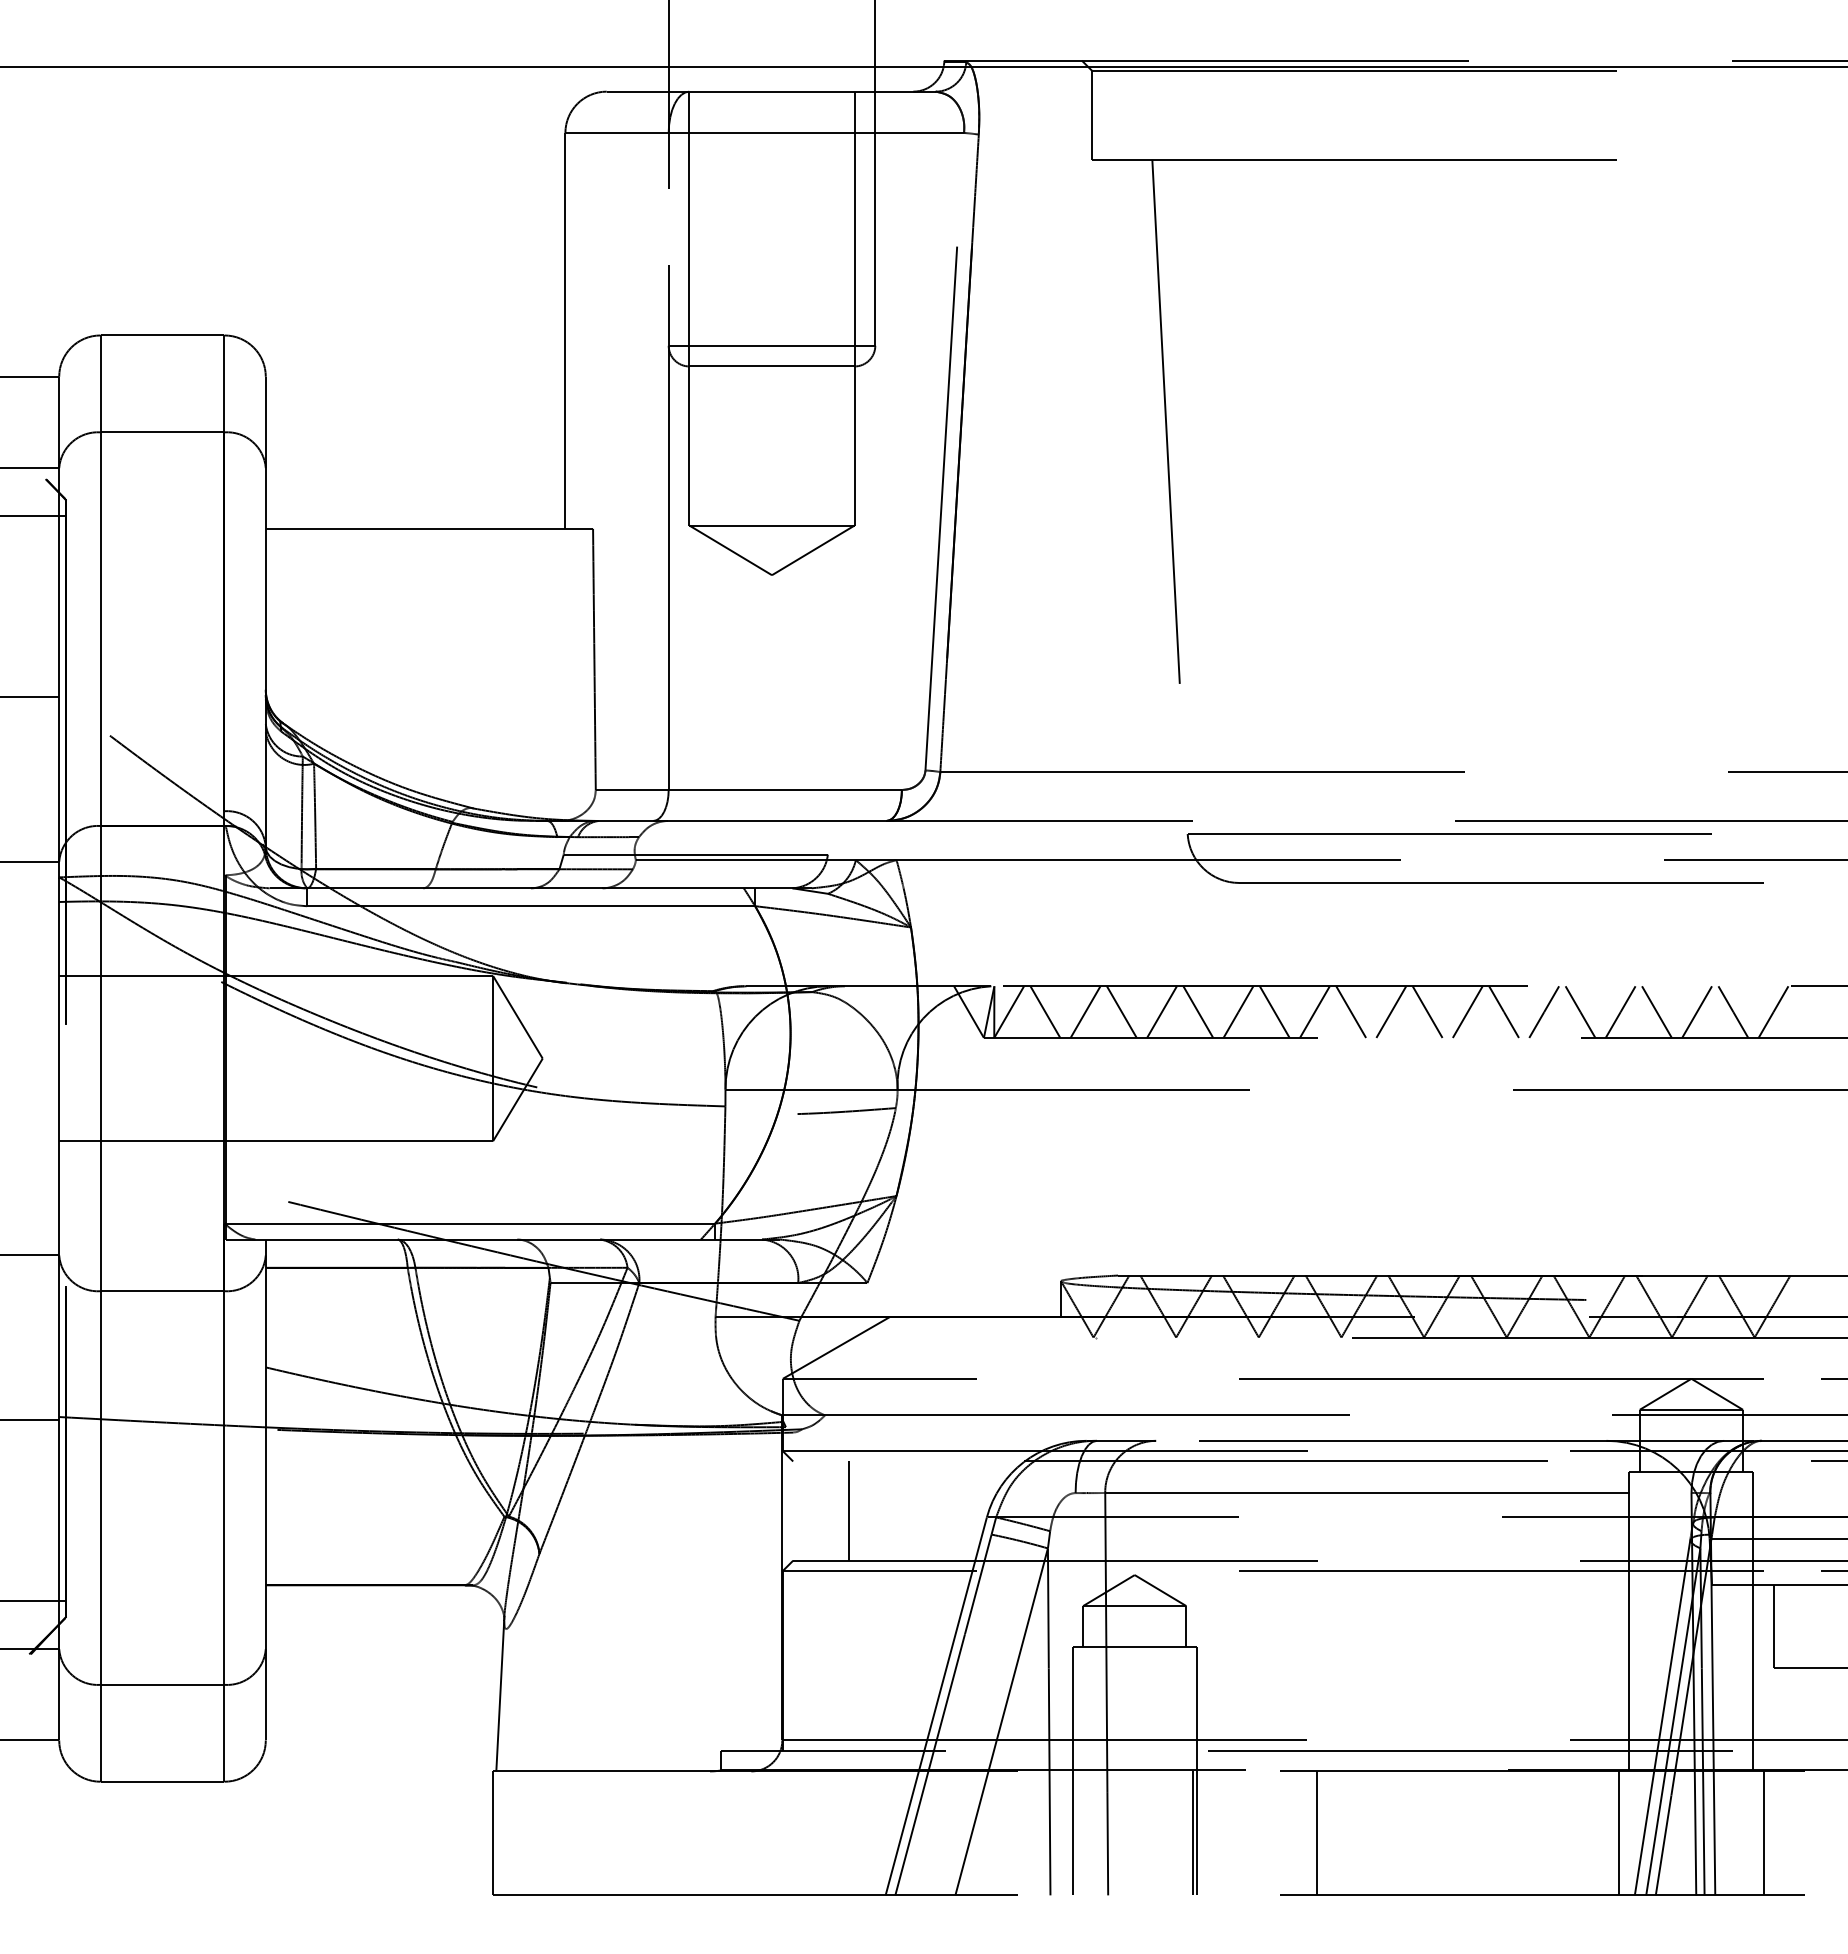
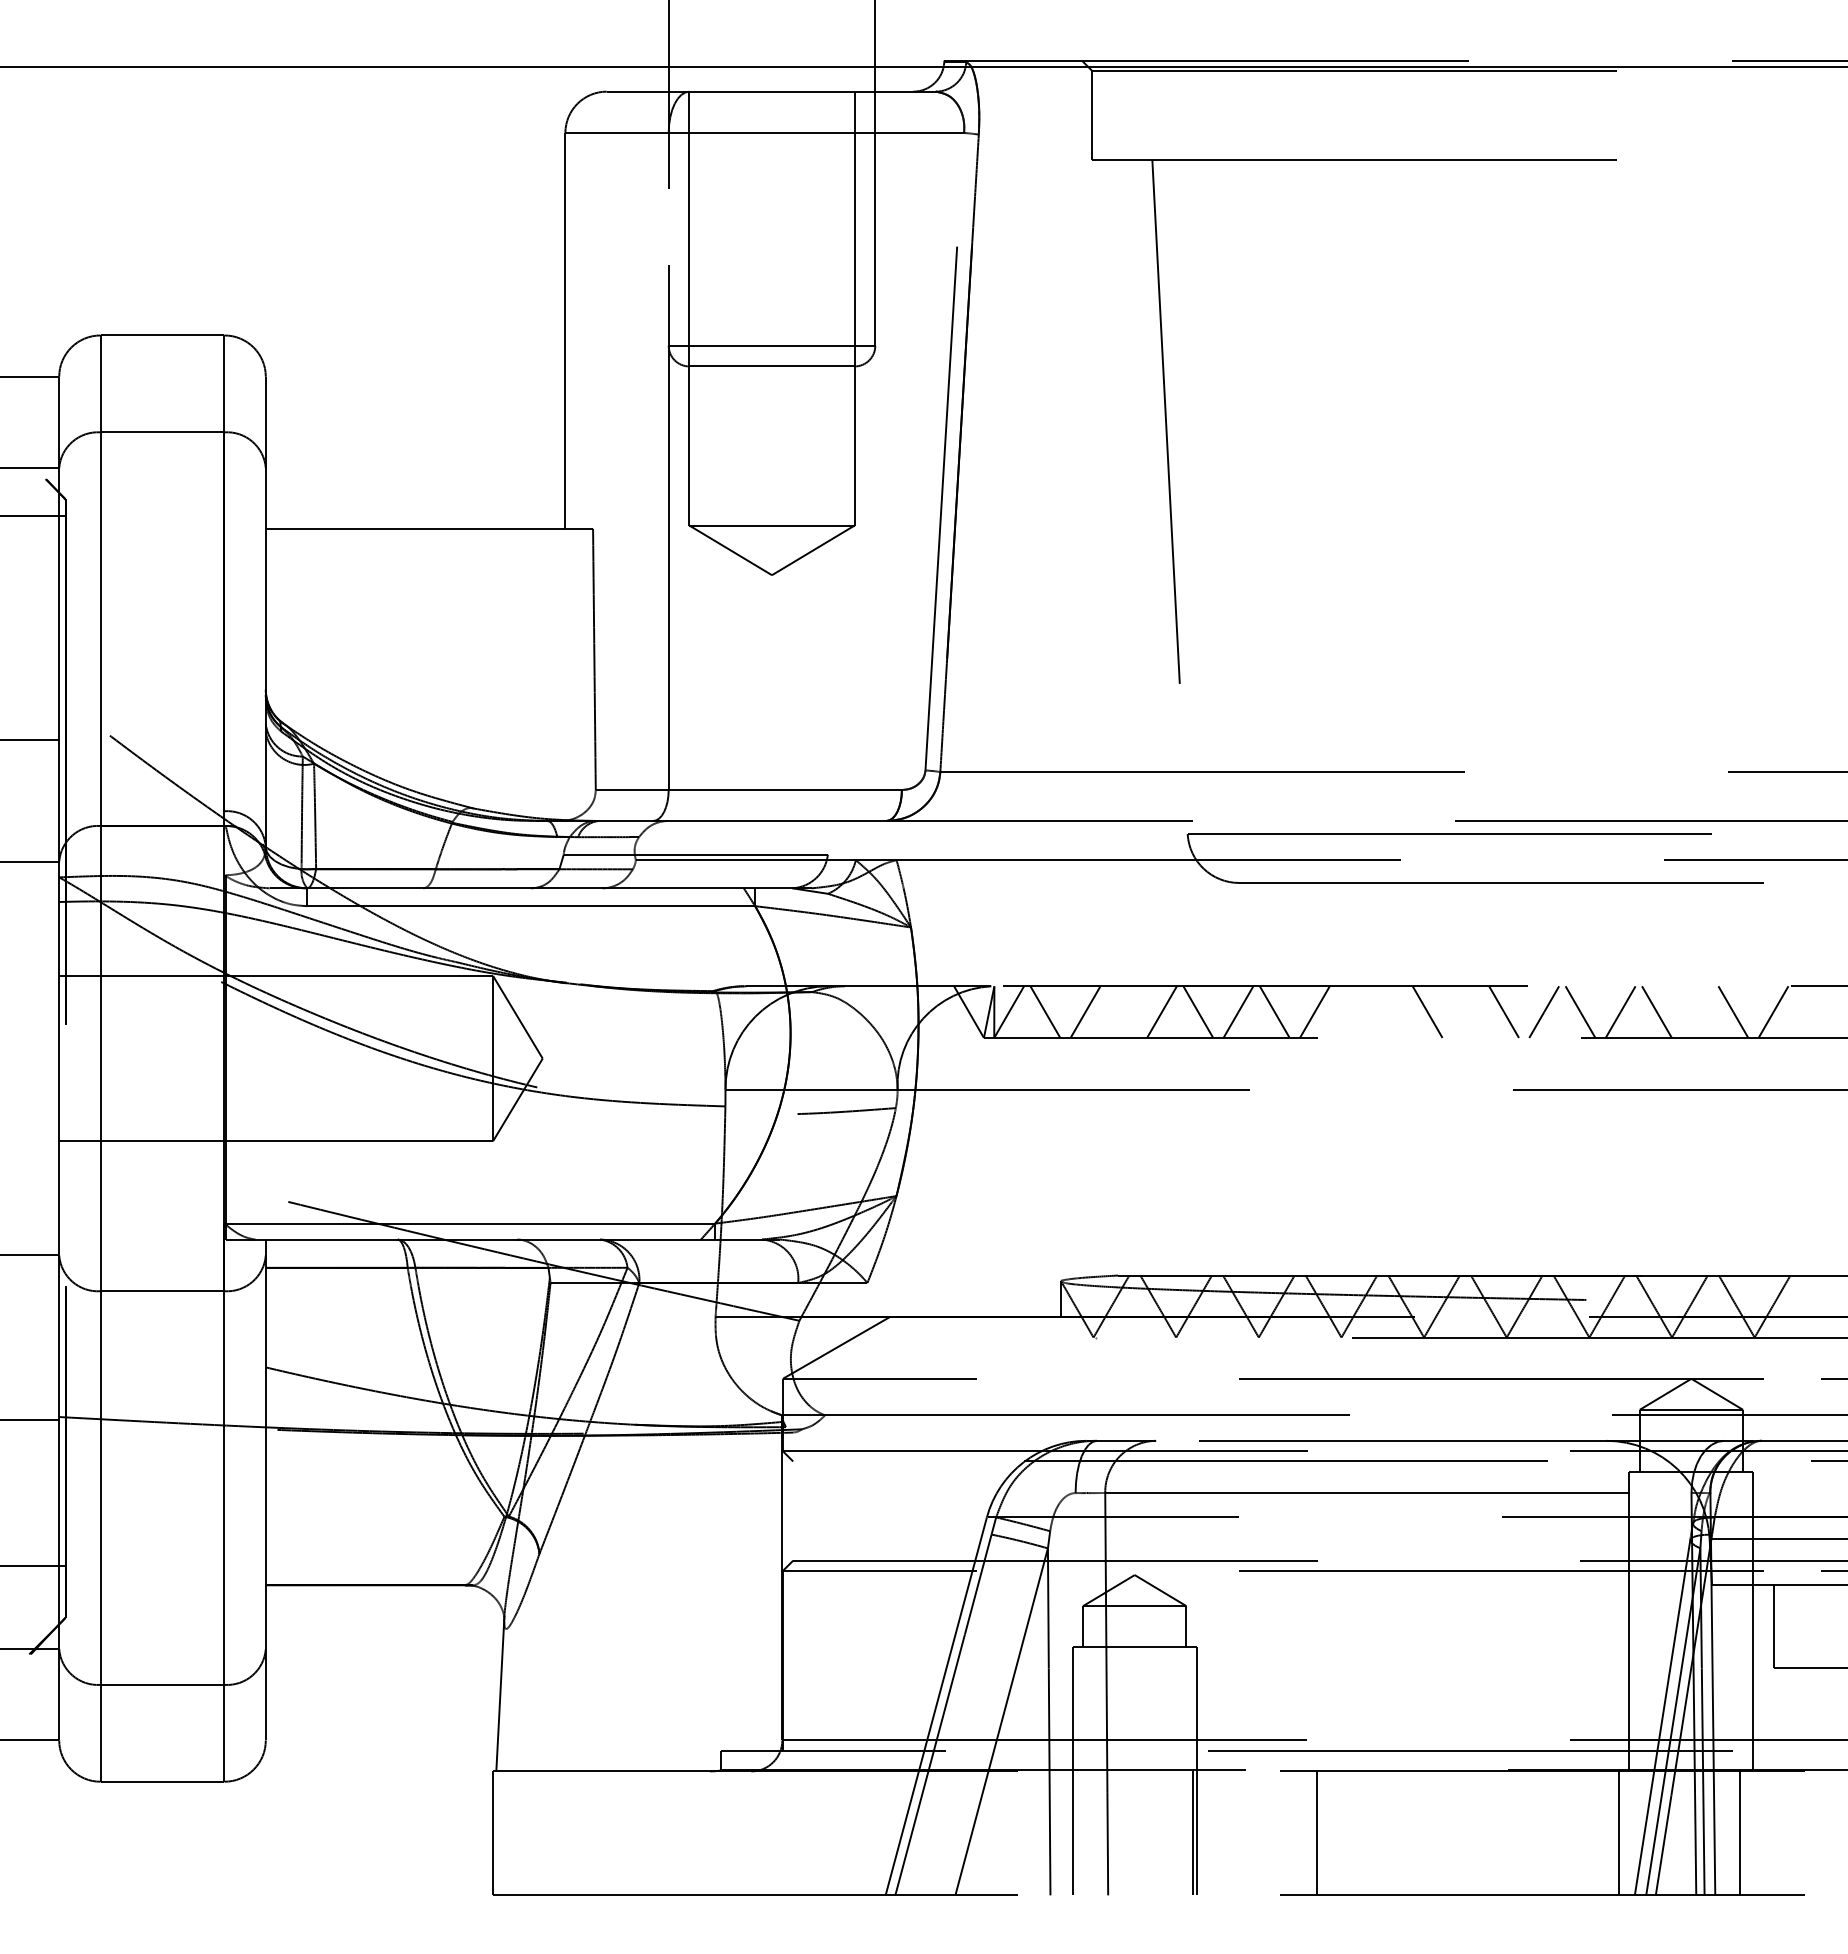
line at (30, 697) position: (30, 697) -> (30, 740)
line at (1121, 1011): present -> none
line at (1351, 1011): present -> none
line at (1391, 1011): present -> none
line at (1467, 1011): present -> none
line at (1697, 1011): present -> none
line at (848, 1510): present -> none
line at (34, 1600) position: (34, 1600) -> (34, 1565)
line at (1763, 1833) position: (1763, 1833) -> (1739, 1833)
